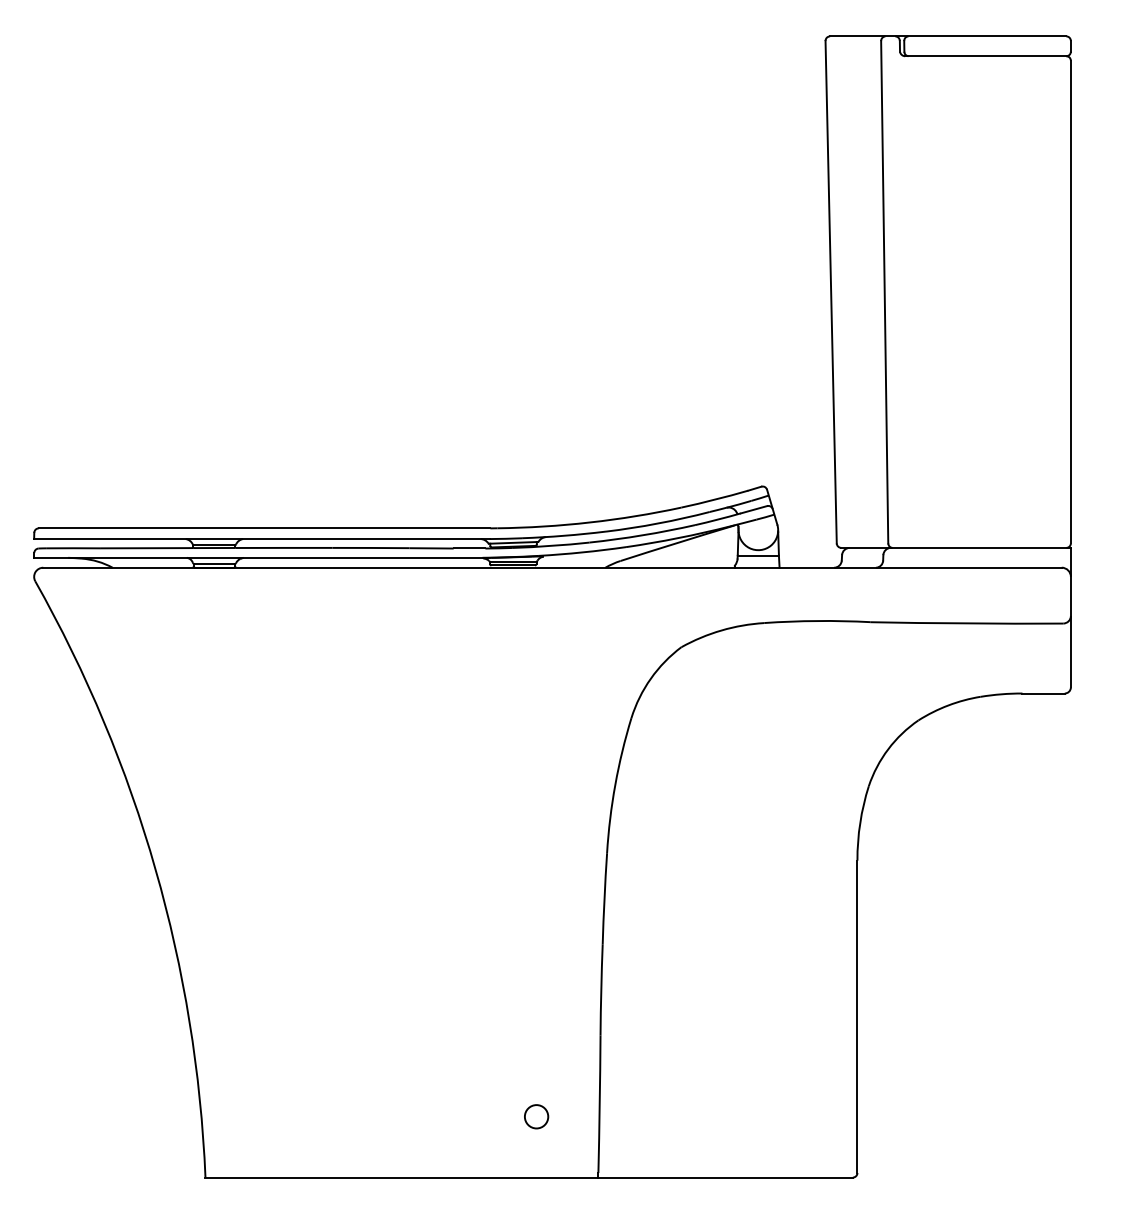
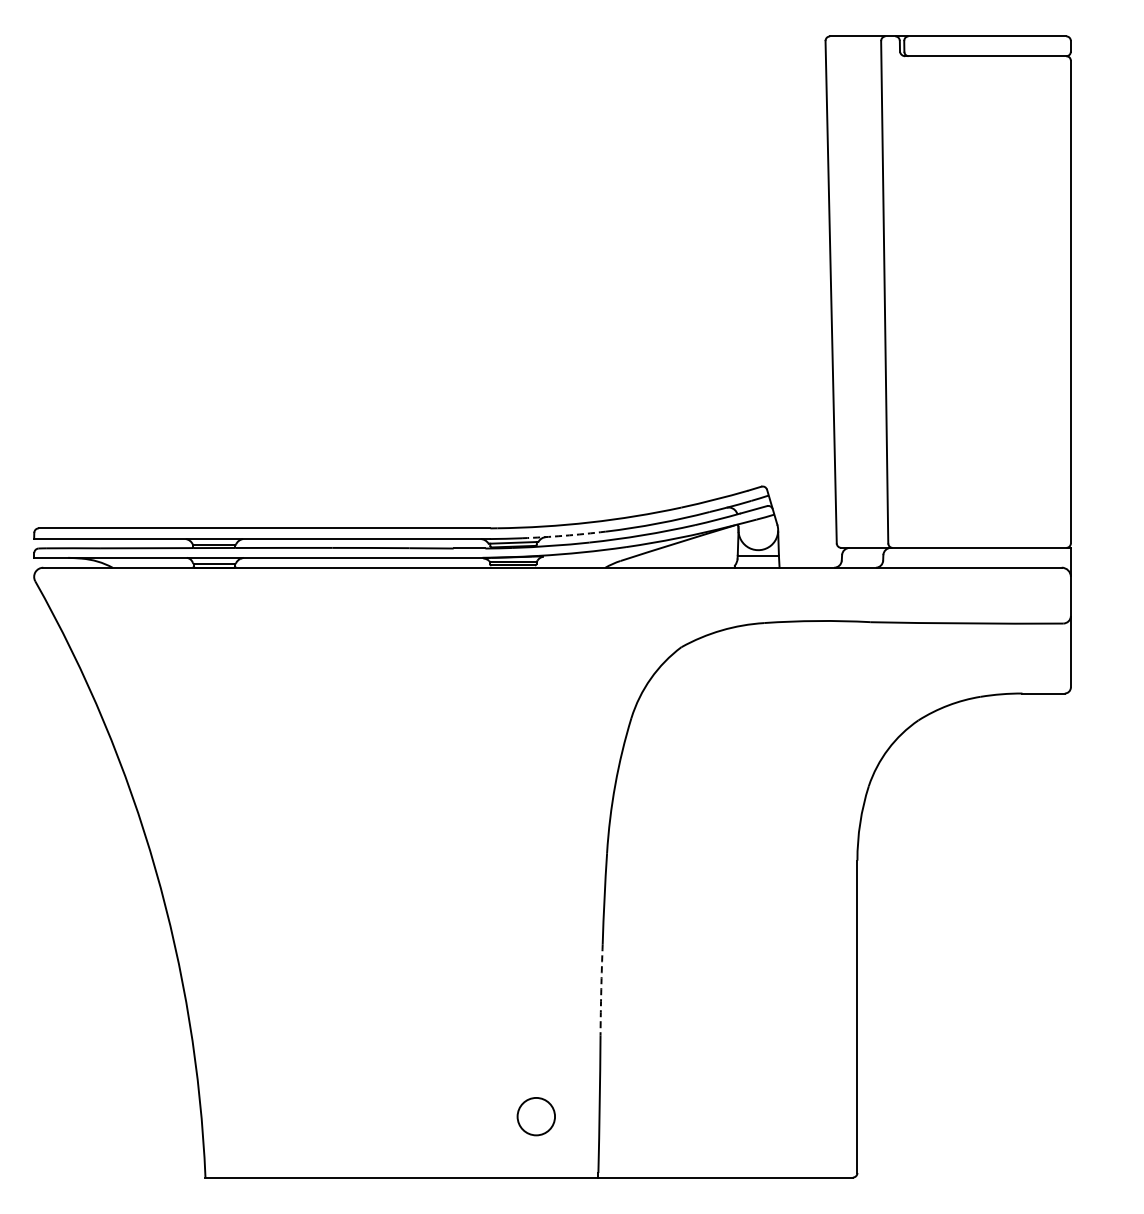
arc at (564, 535): solid -> dashed
arc at (601, 989): solid -> dashed
circle at (536, 1116) size: 26x26 px -> 40x40 px
